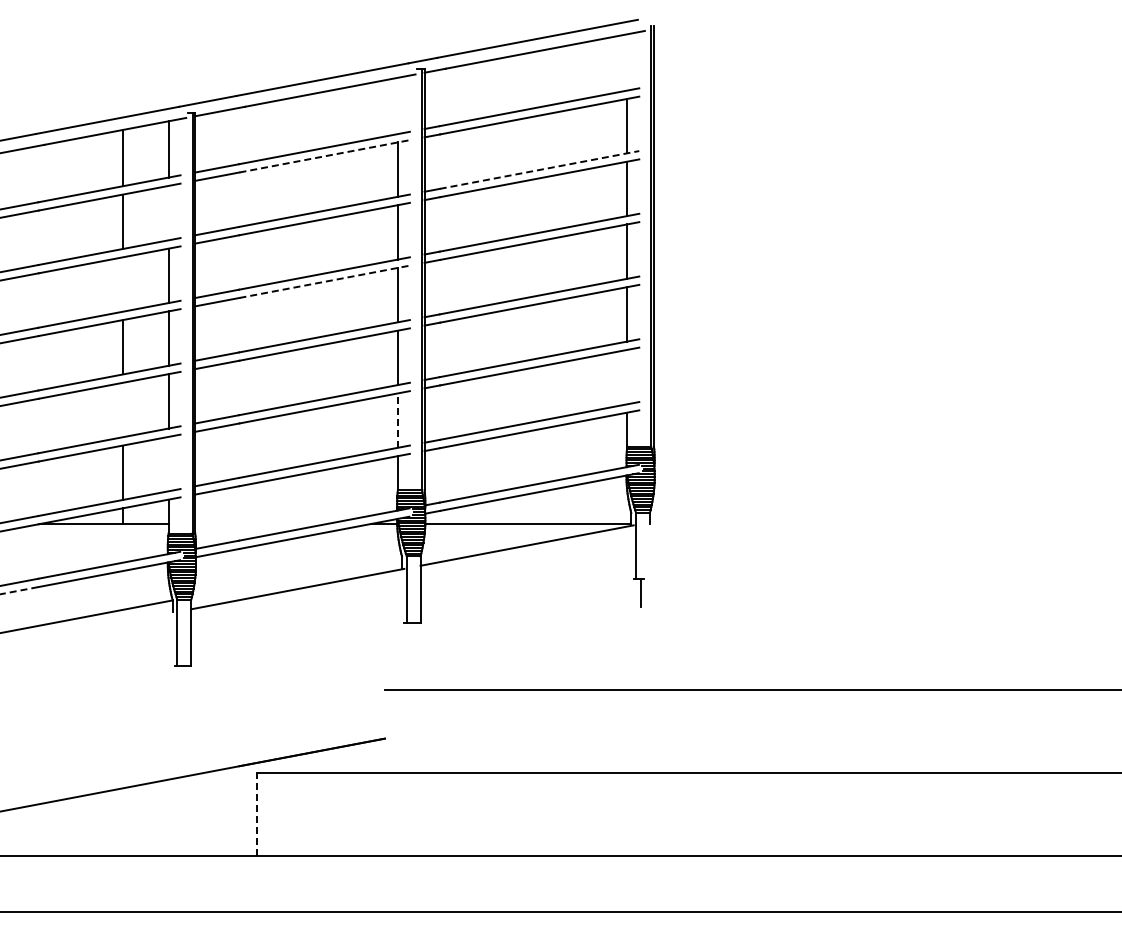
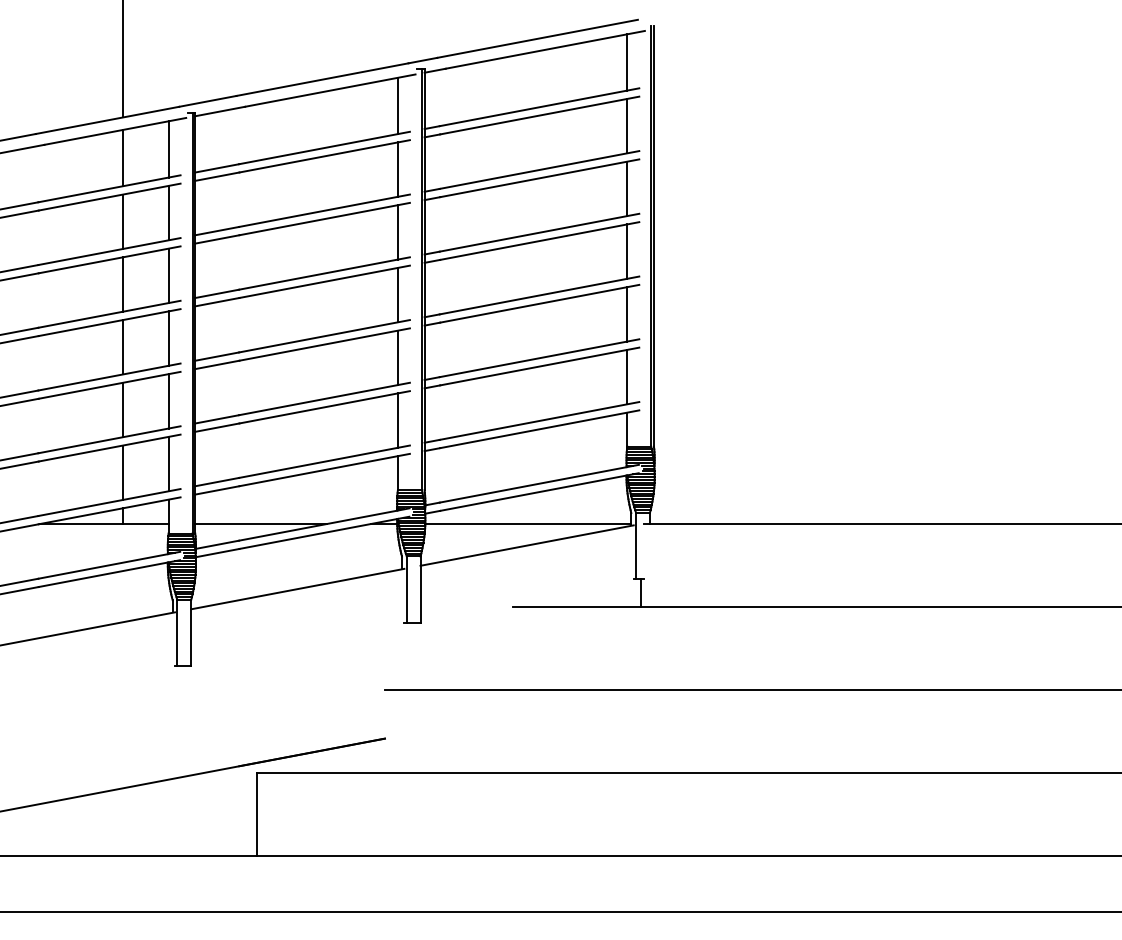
line at (123, 59): none -> present
line at (627, 62): none -> present
line at (397, 105): none -> present
line at (324, 156): dashed -> solid
line at (539, 169): dashed -> solid
line at (168, 212): none -> present
line at (324, 281): dashed -> solid
line at (123, 284): none -> present
line at (627, 376): none -> present
line at (123, 409): none -> present
line at (397, 420): dashed -> solid
line at (168, 463): none -> present
line at (260, 524): none -> present
line at (880, 524): none -> present
line at (20, 590): dashed -> solid
line at (815, 607): none -> present
line at (87, 616) position: (87, 616) -> (88, 628)
line at (257, 814): dashed -> solid
